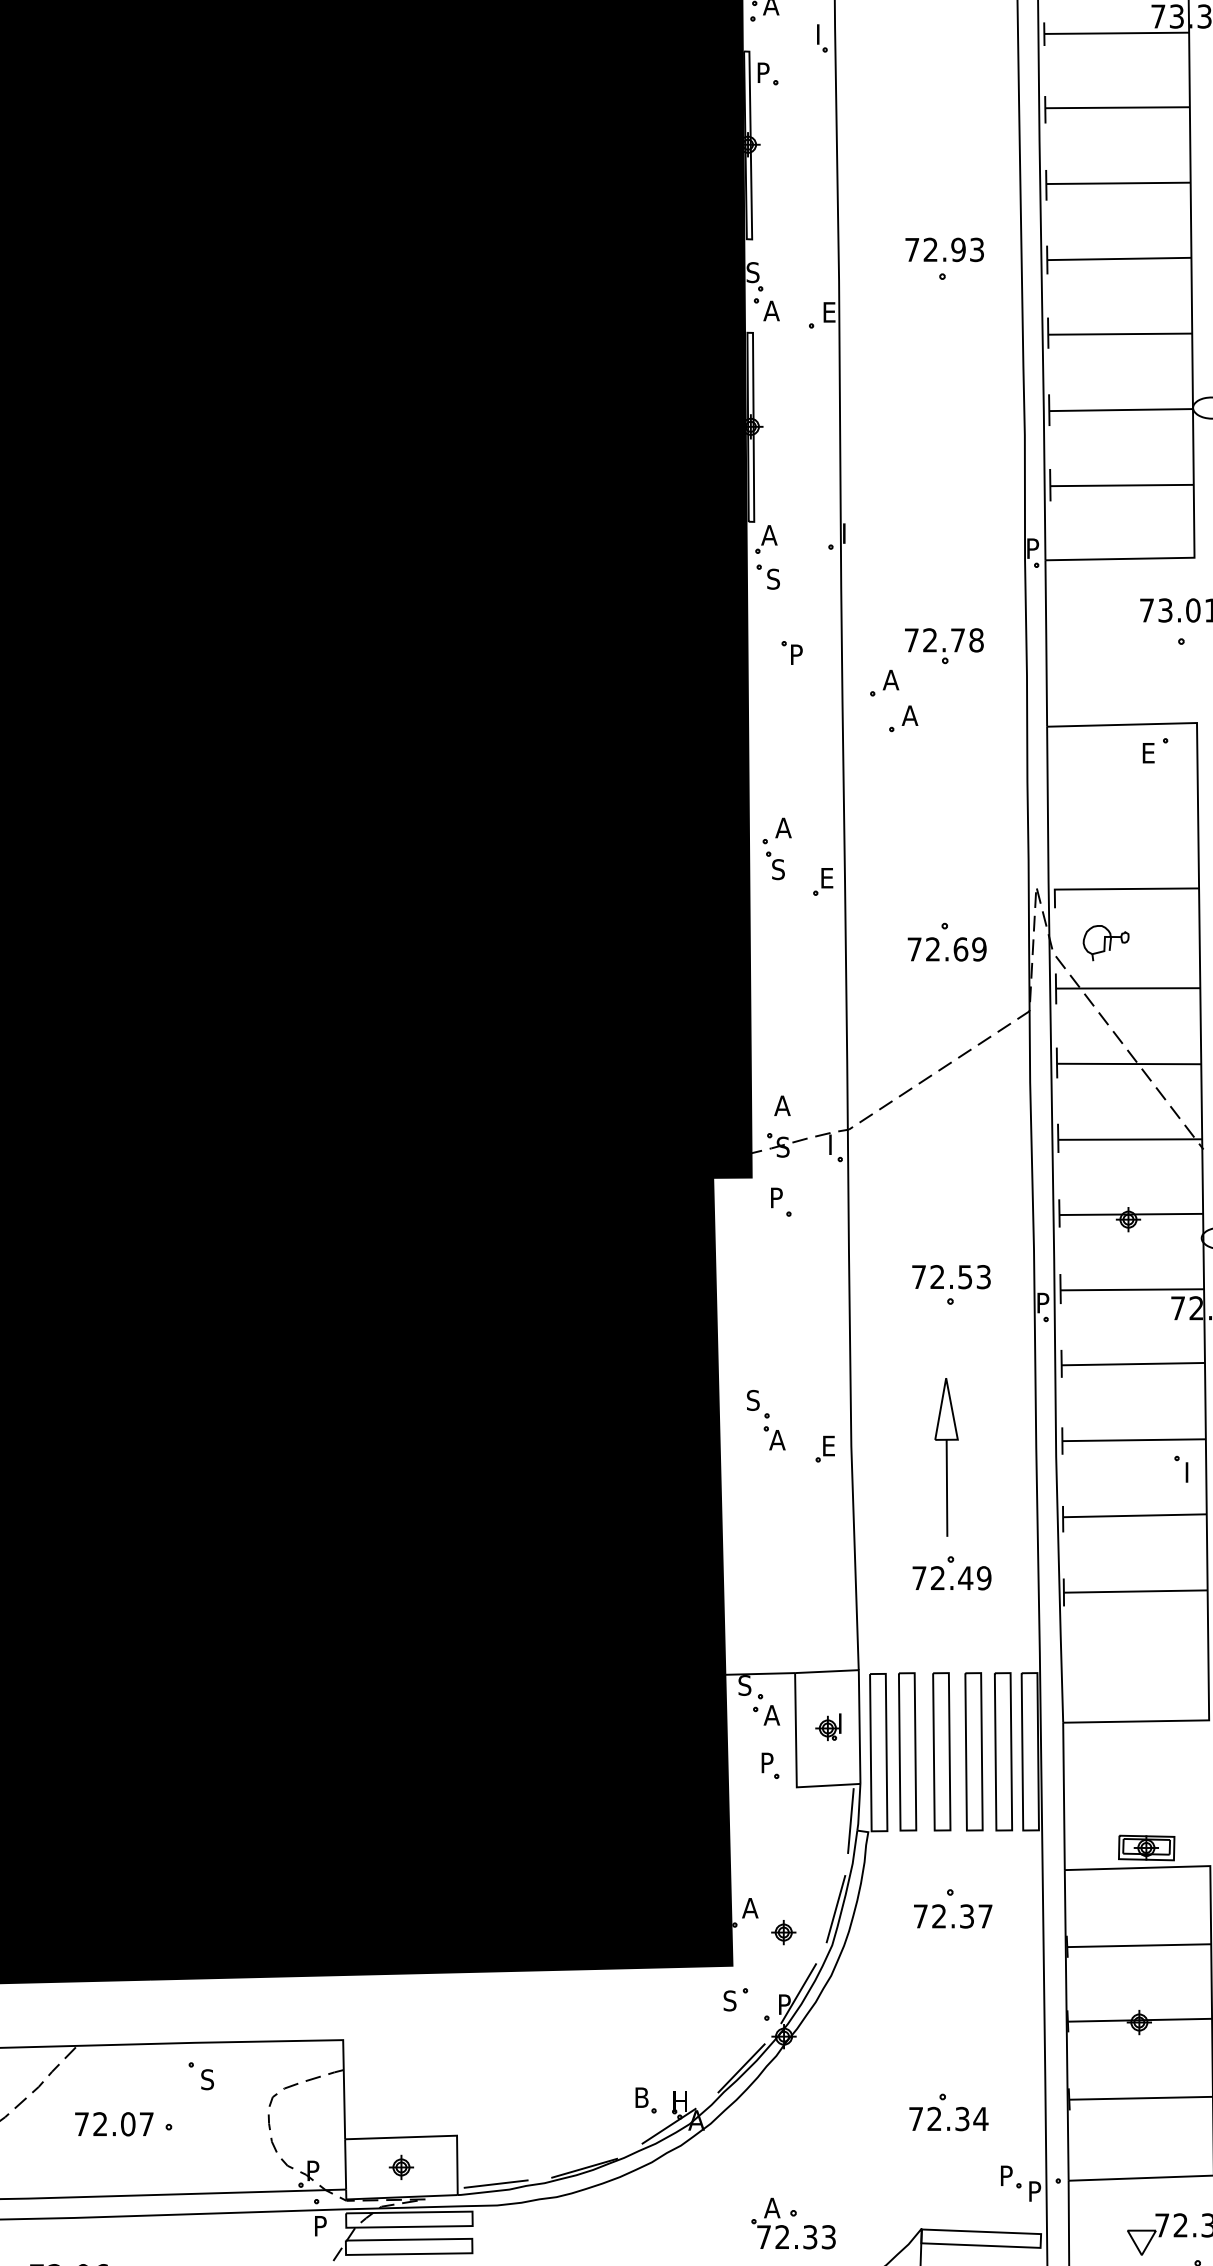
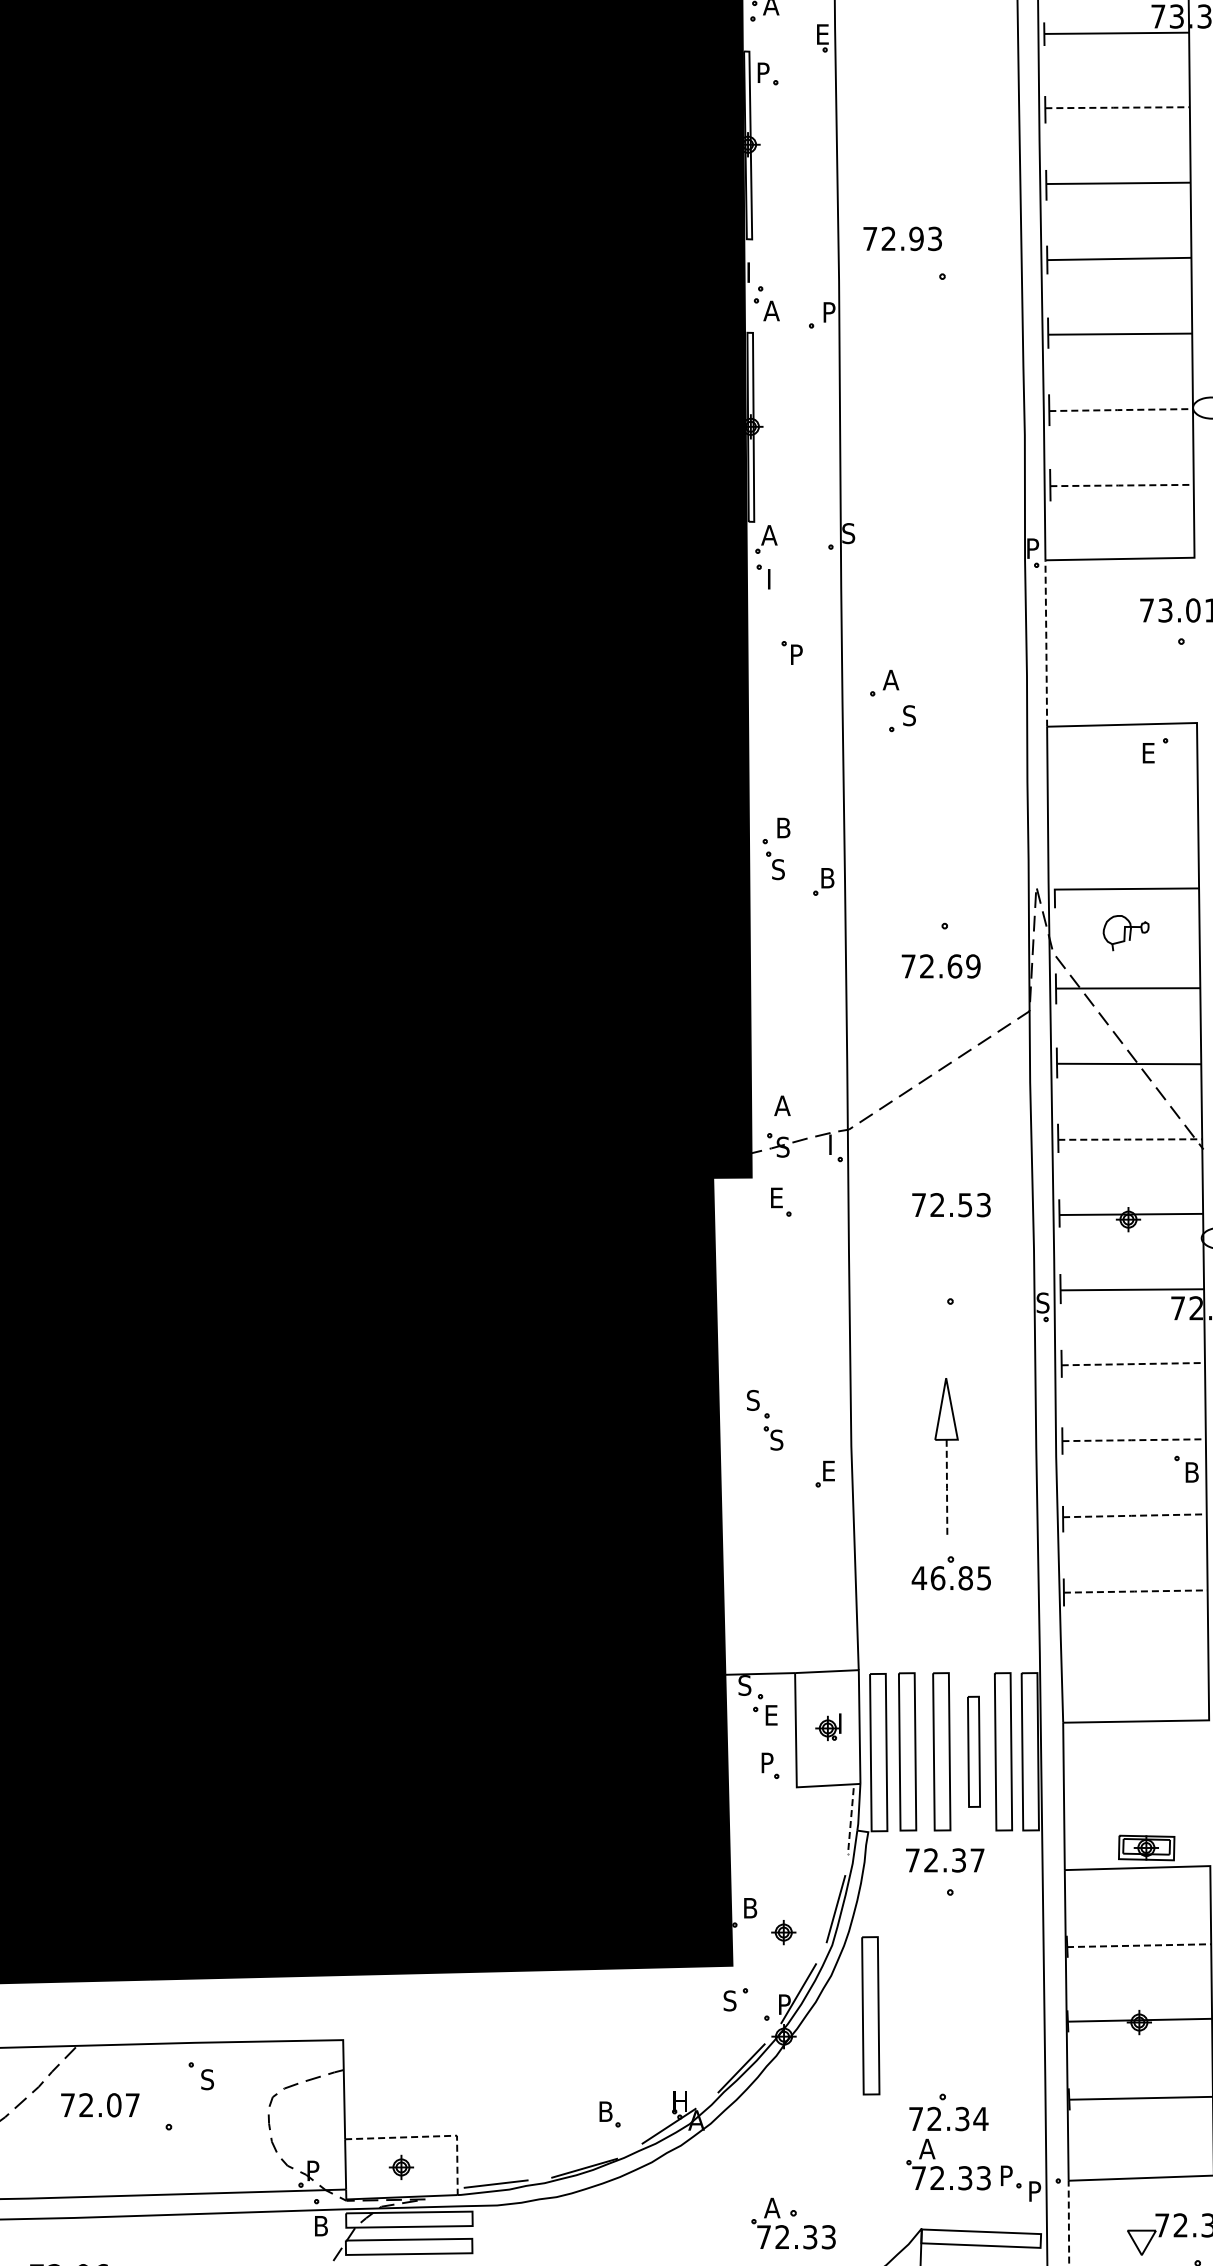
text at (823, 34): I -> E
line at (1117, 107): solid -> dashed
text at (944, 249) position: (944, 249) -> (902, 238)
text at (752, 272): S -> I
text at (830, 312): E -> P
line at (1120, 410): solid -> dashed
line at (1121, 485): solid -> dashed
text at (848, 533): I -> S
text at (773, 578): S -> I
line at (1046, 643): solid -> dashed
part at (944, 646): present -> none
text at (909, 715): A -> S
text at (783, 827): A -> B
text at (831, 878): E -> B
part at (1105, 943) position: (1105, 943) -> (1125, 933)
text at (946, 949) position: (946, 949) -> (940, 966)
line at (1129, 1139): solid -> dashed
text at (777, 1197): P -> E
text at (951, 1277) position: (951, 1277) -> (951, 1205)
text at (1042, 1302): P -> S
line at (1133, 1364): solid -> dashed
text at (777, 1439): A -> S
line at (1134, 1440): solid -> dashed
part at (824, 1448) position: (824, 1448) -> (824, 1473)
text at (1193, 1472): I -> B
line at (947, 1488): solid -> dashed
line at (1134, 1515): solid -> dashed
text at (951, 1578): 72.49 -> 46.85
line at (1135, 1591): solid -> dashed
text at (771, 1715): A -> E
part at (973, 1751) size: 20x160 px -> 14x113 px
line at (850, 1821): solid -> dashed
text at (750, 1908): A -> B
text at (953, 1916) position: (953, 1916) -> (945, 1860)
line at (1139, 1945): solid -> dashed
part at (870, 2015): none -> present
part at (645, 2100) position: (645, 2100) -> (609, 2114)
text at (114, 2124) position: (114, 2124) -> (100, 2105)
line at (432, 2136): solid -> dashed
part at (942, 2168): none -> present
line at (1068, 2222): solid -> dashed
text at (322, 2226): P -> B
